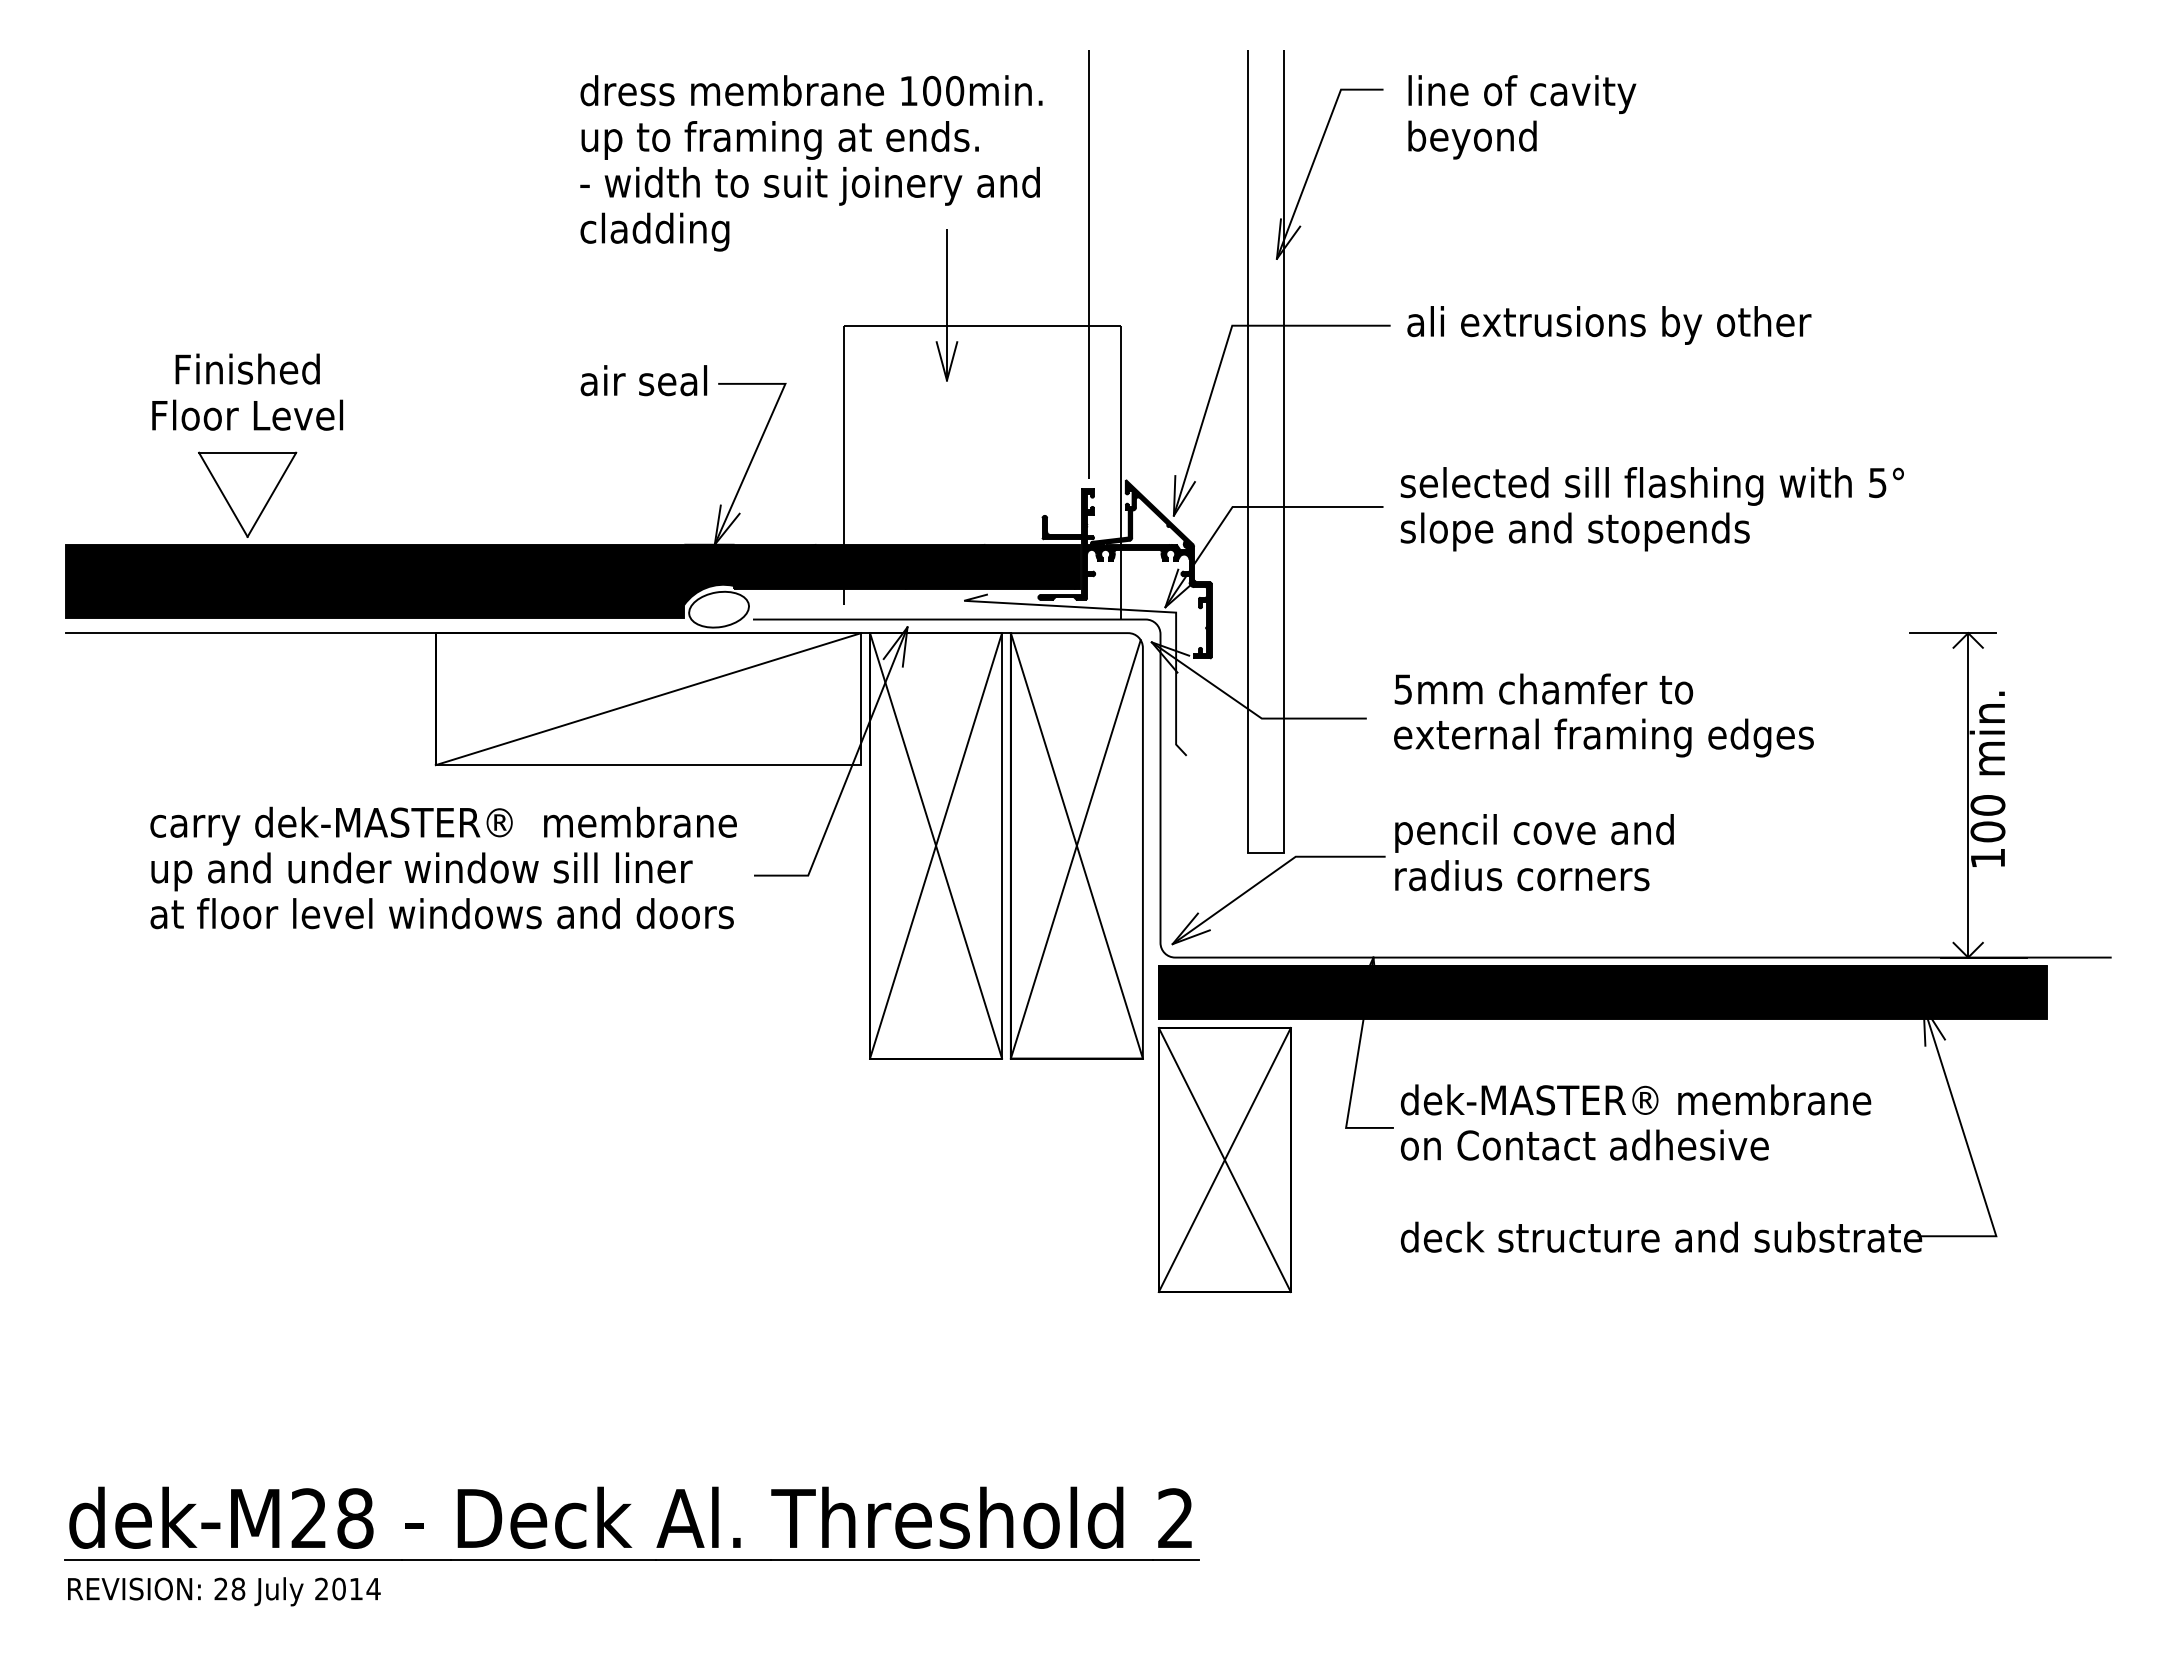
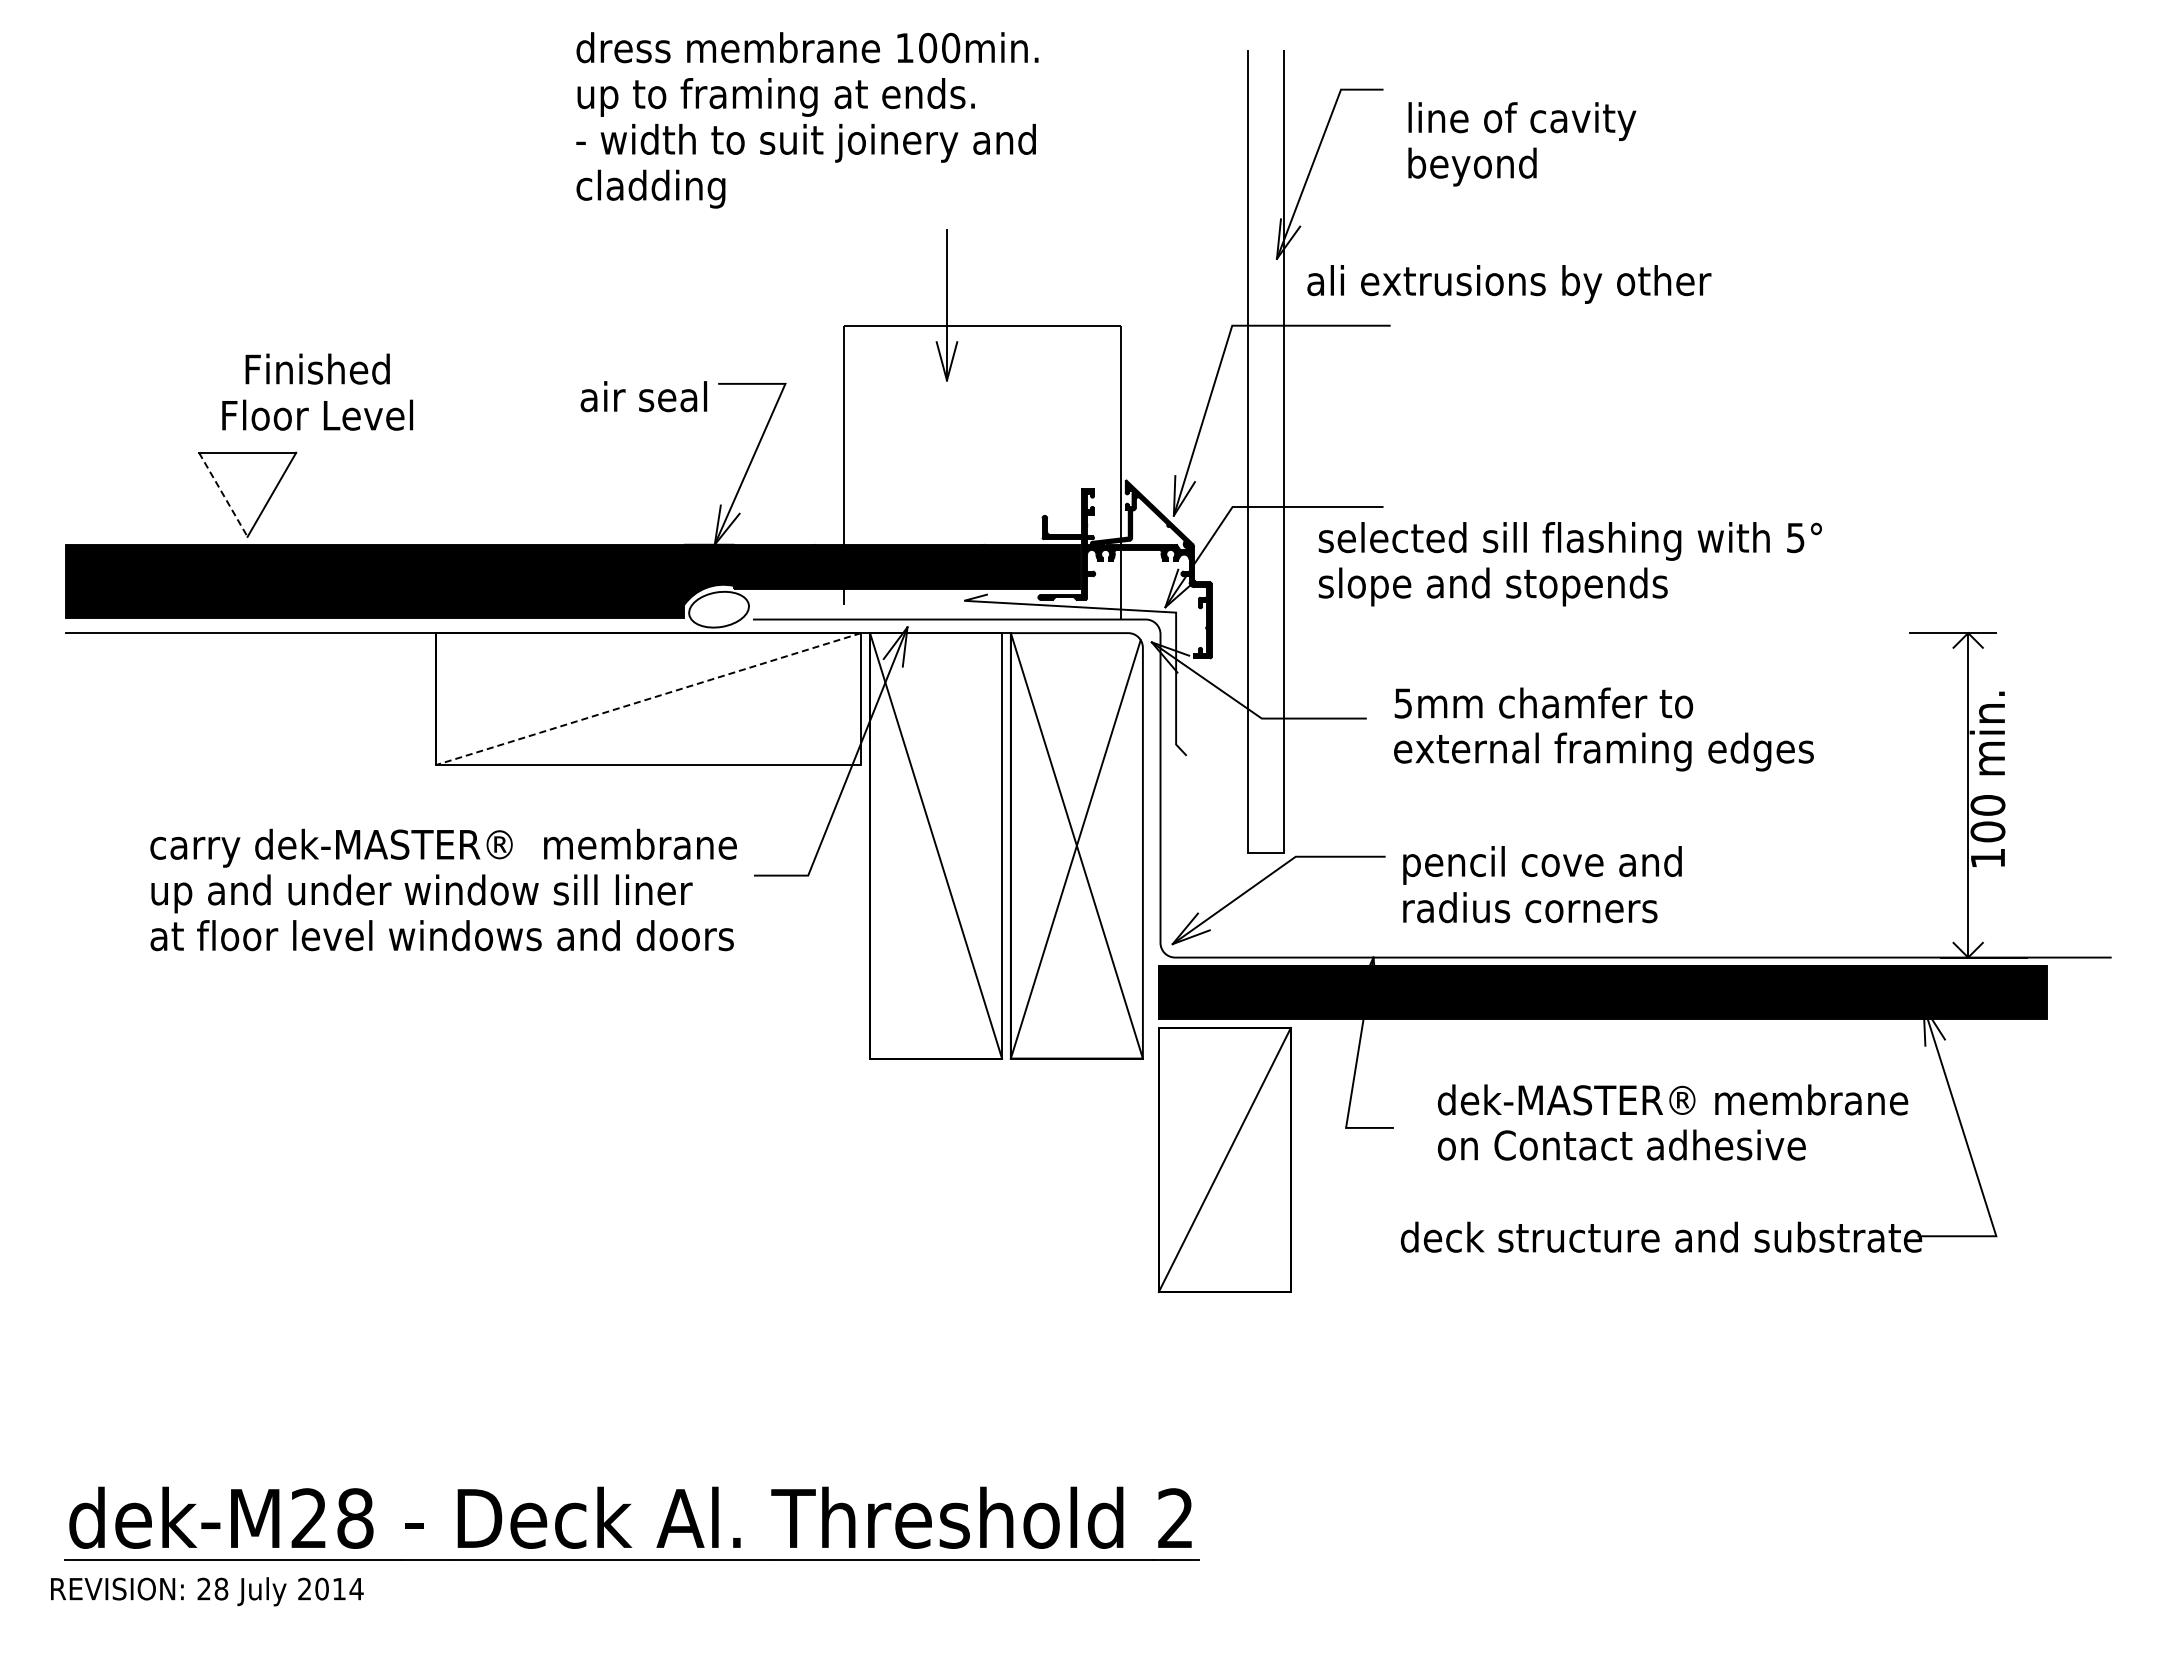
text at (1522, 117) position: (1522, 117) -> (1522, 144)
text at (811, 163) position: (811, 163) -> (807, 120)
line at (1089, 263): present -> none
text at (1609, 325) position: (1609, 325) -> (1509, 284)
text at (643, 380) position: (643, 380) -> (643, 396)
text at (247, 391) position: (247, 391) -> (317, 391)
line at (223, 494): solid -> dashed
text at (1651, 509) position: (1651, 509) -> (1569, 564)
line at (648, 699): solid -> dashed
text at (1603, 715) position: (1603, 715) -> (1603, 729)
line at (936, 845): present -> none
text at (1534, 852) position: (1534, 852) -> (1542, 884)
text at (443, 867) position: (443, 867) -> (443, 889)
text at (1635, 1122) position: (1635, 1122) -> (1672, 1122)
line at (1224, 1159): present -> none
text at (224, 1591) position: (224, 1591) -> (207, 1591)
